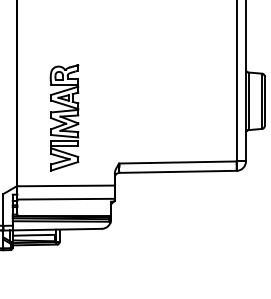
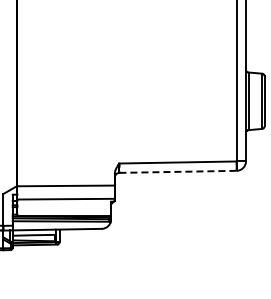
part at (64, 117): present -> none
line at (178, 171): solid -> dashed
